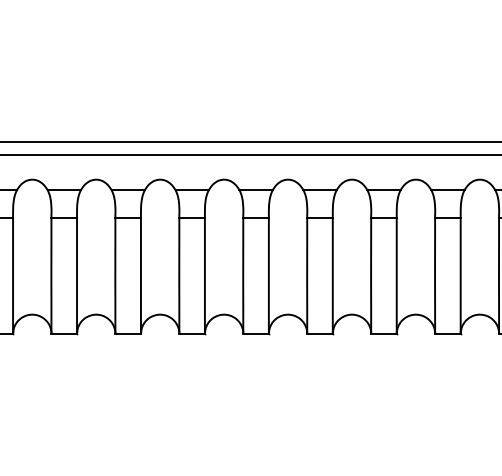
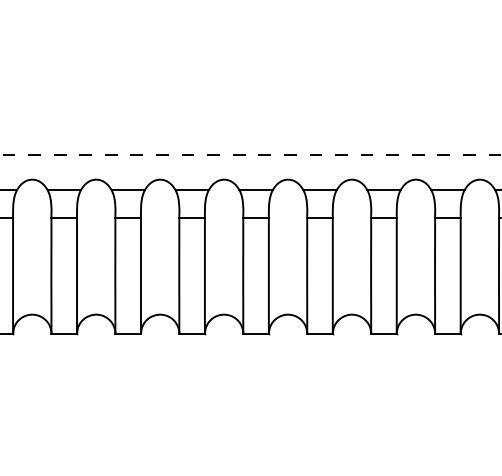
line at (250, 142): present -> none
line at (250, 154): solid -> dashed
